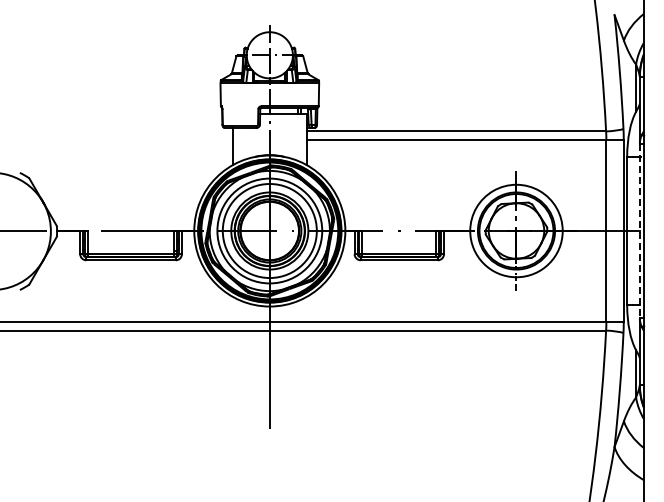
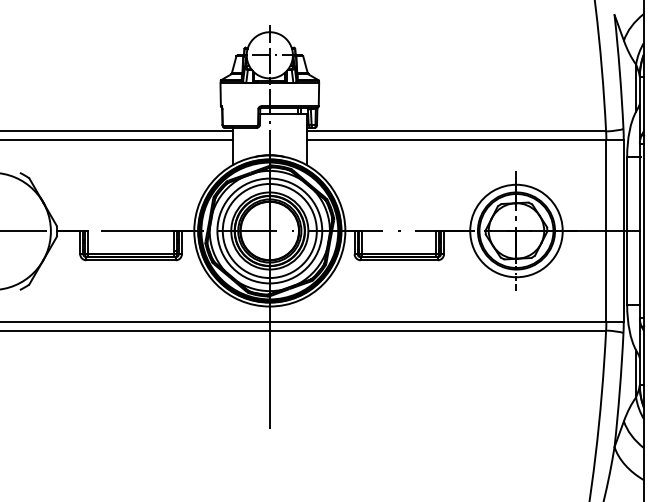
line at (117, 131): none -> present
line at (117, 139): none -> present
line at (639, 231): dashed -> solid
